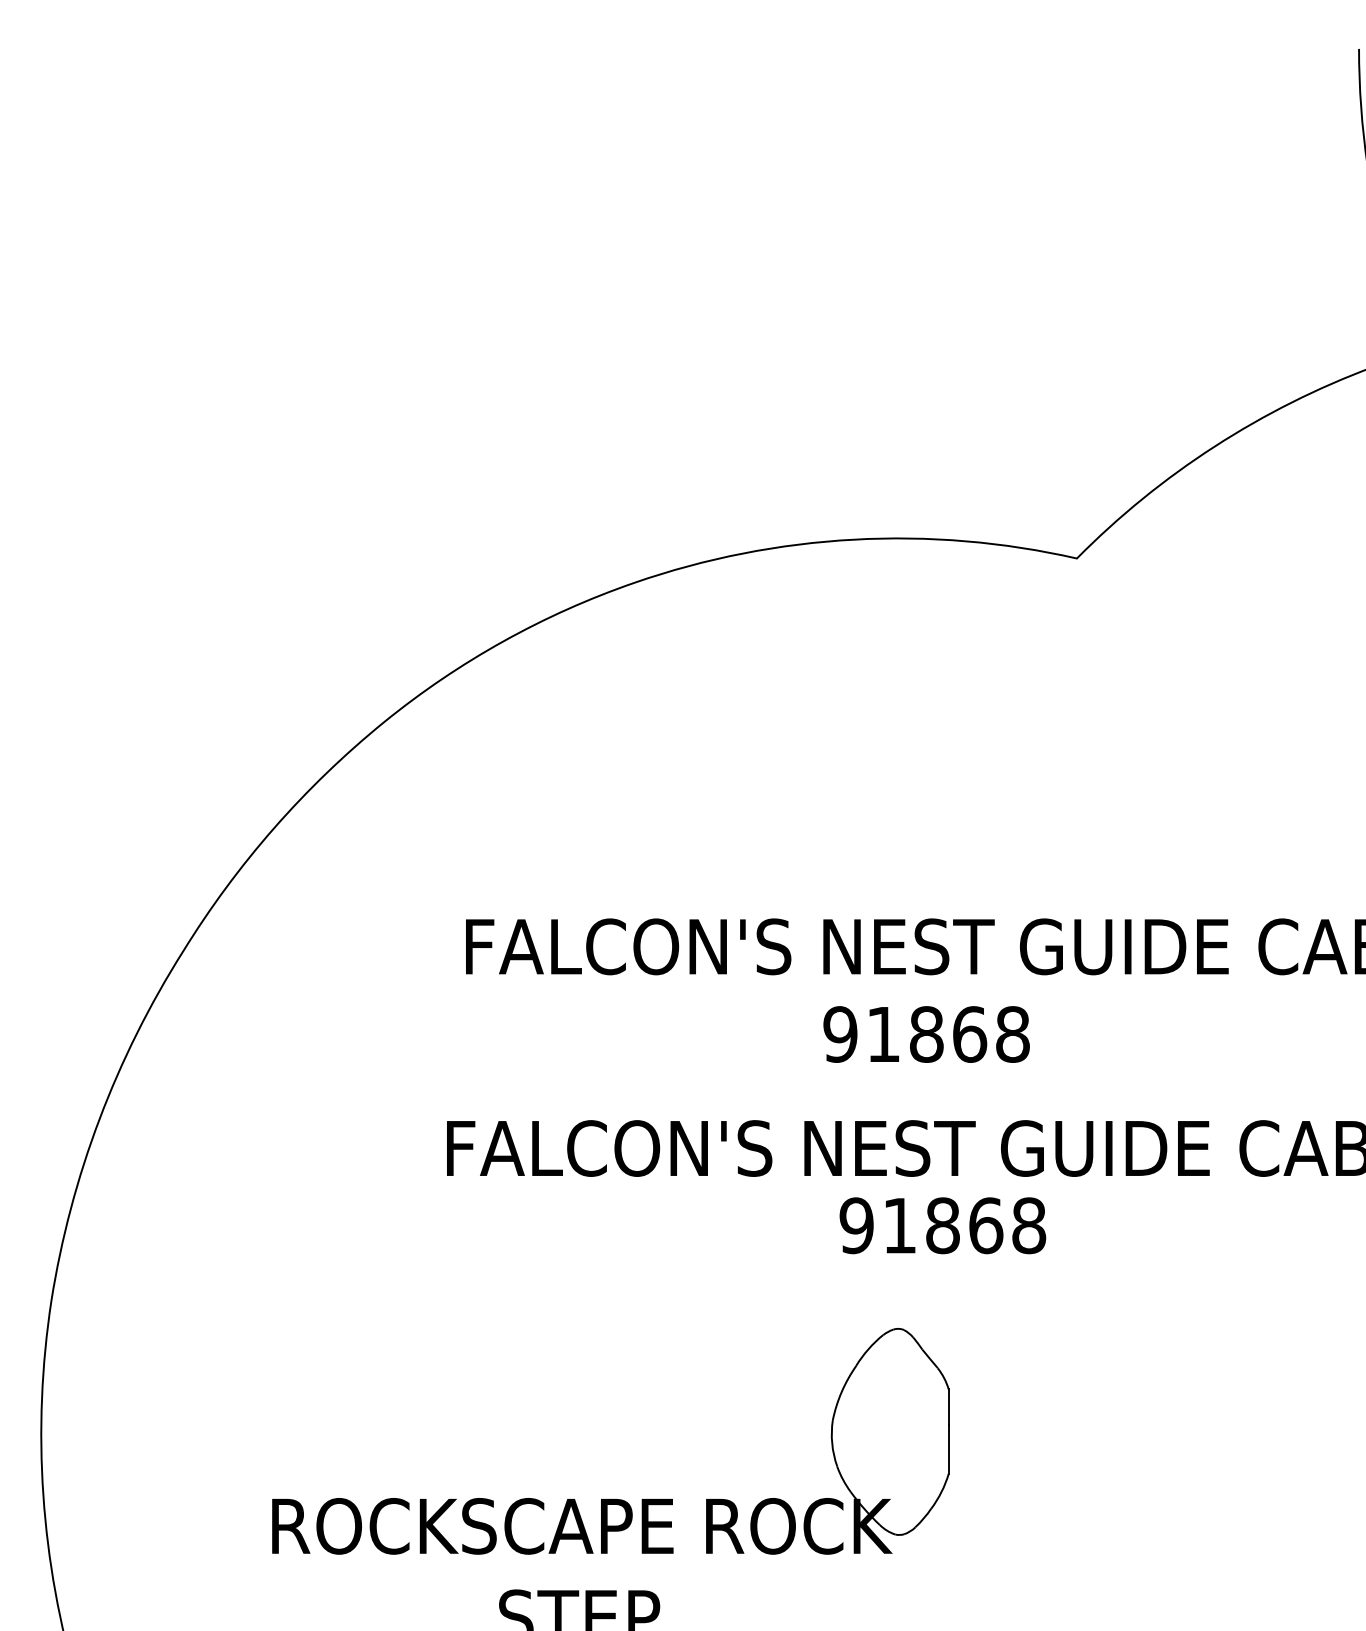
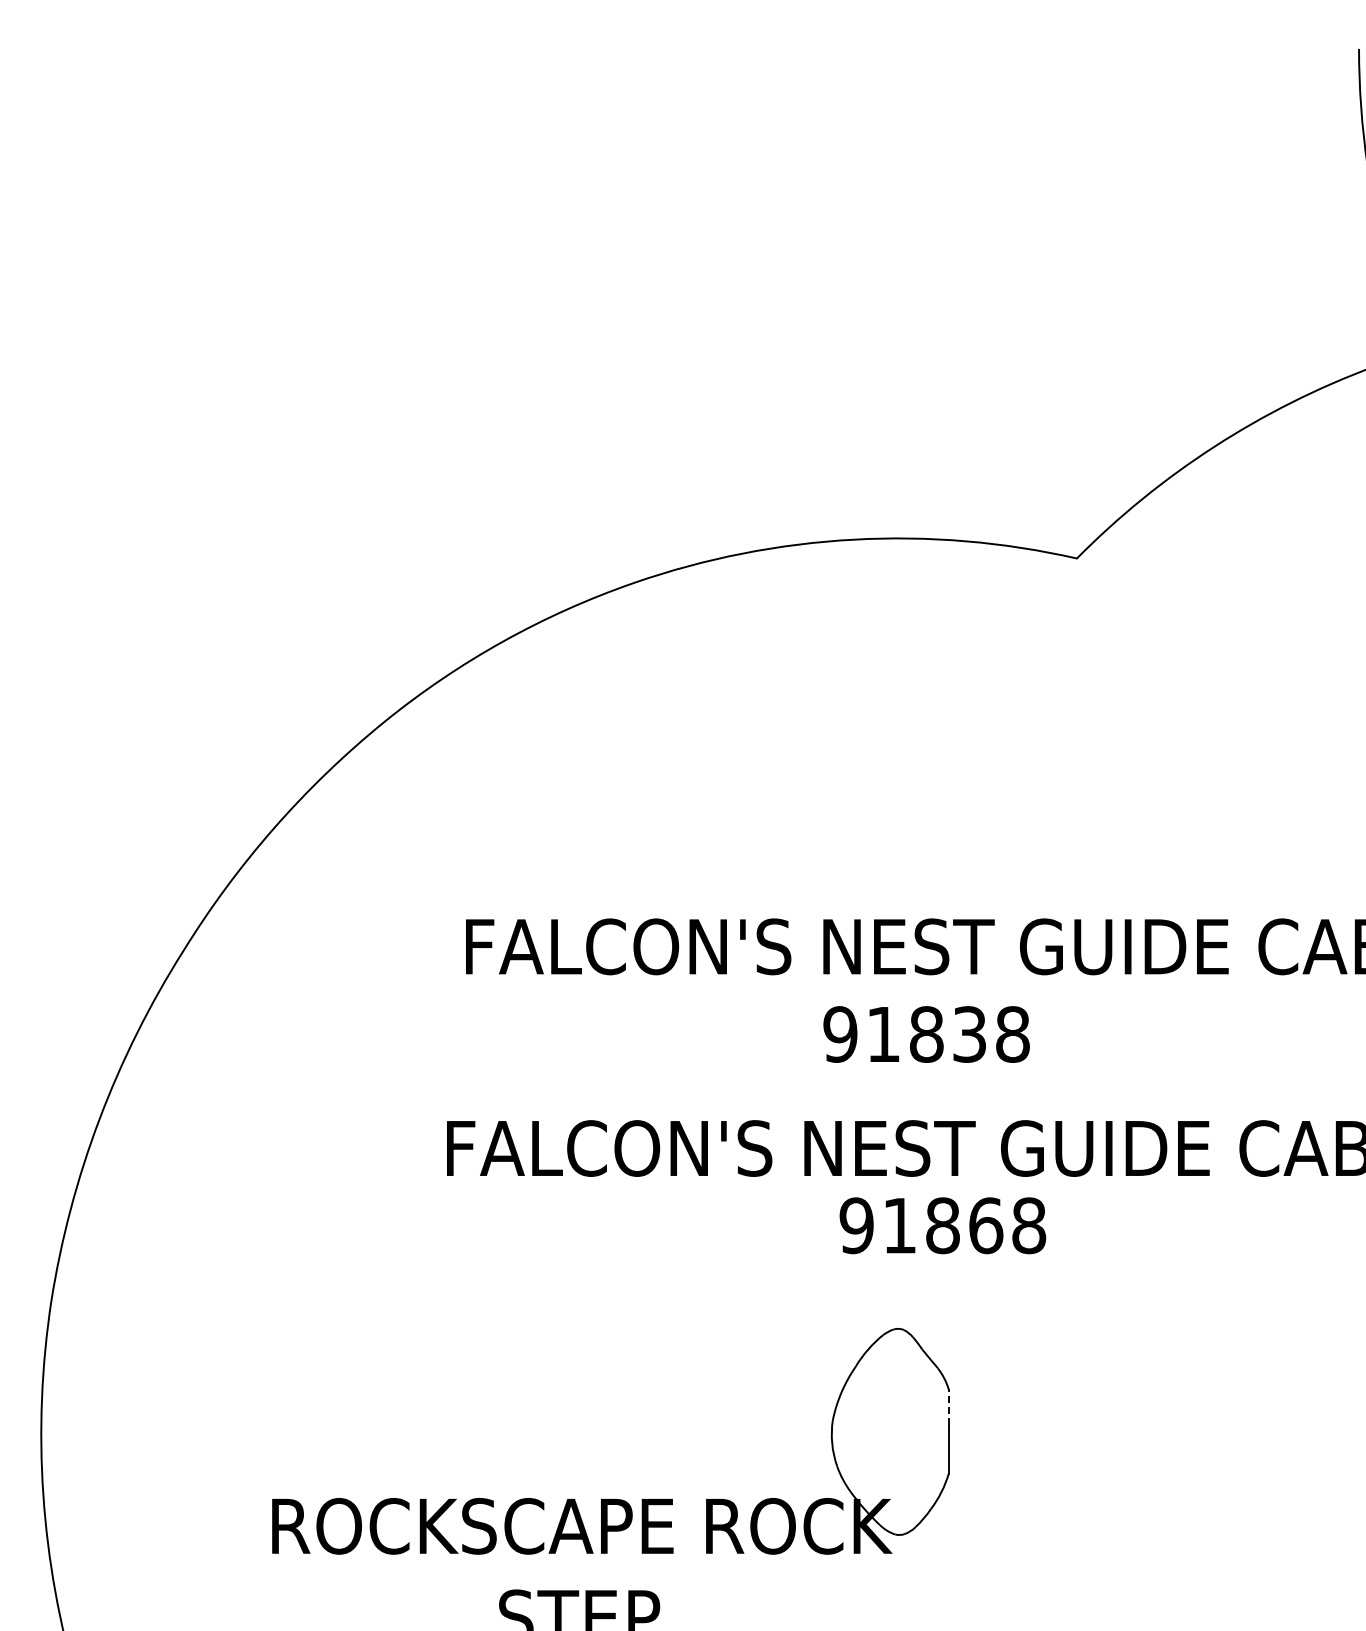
text at (970, 1034): 91868 -> 91838
line at (948, 1406): solid -> dashed
